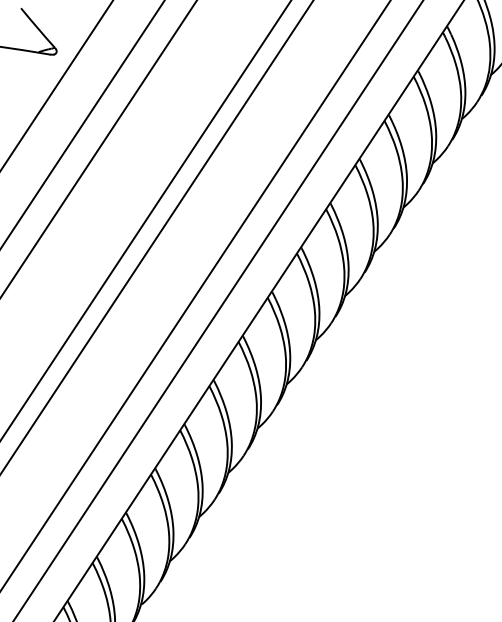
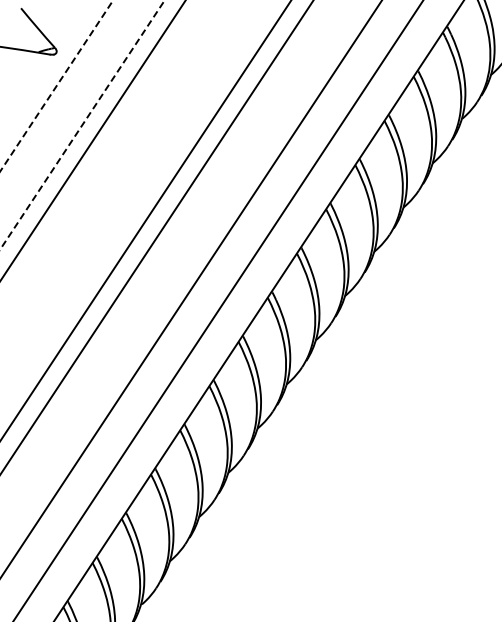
line at (56, 85): solid -> dashed
line at (82, 125): solid -> dashed
line at (98, 148) position: (98, 148) -> (93, 140)
line at (195, 295) position: (195, 295) -> (191, 288)
